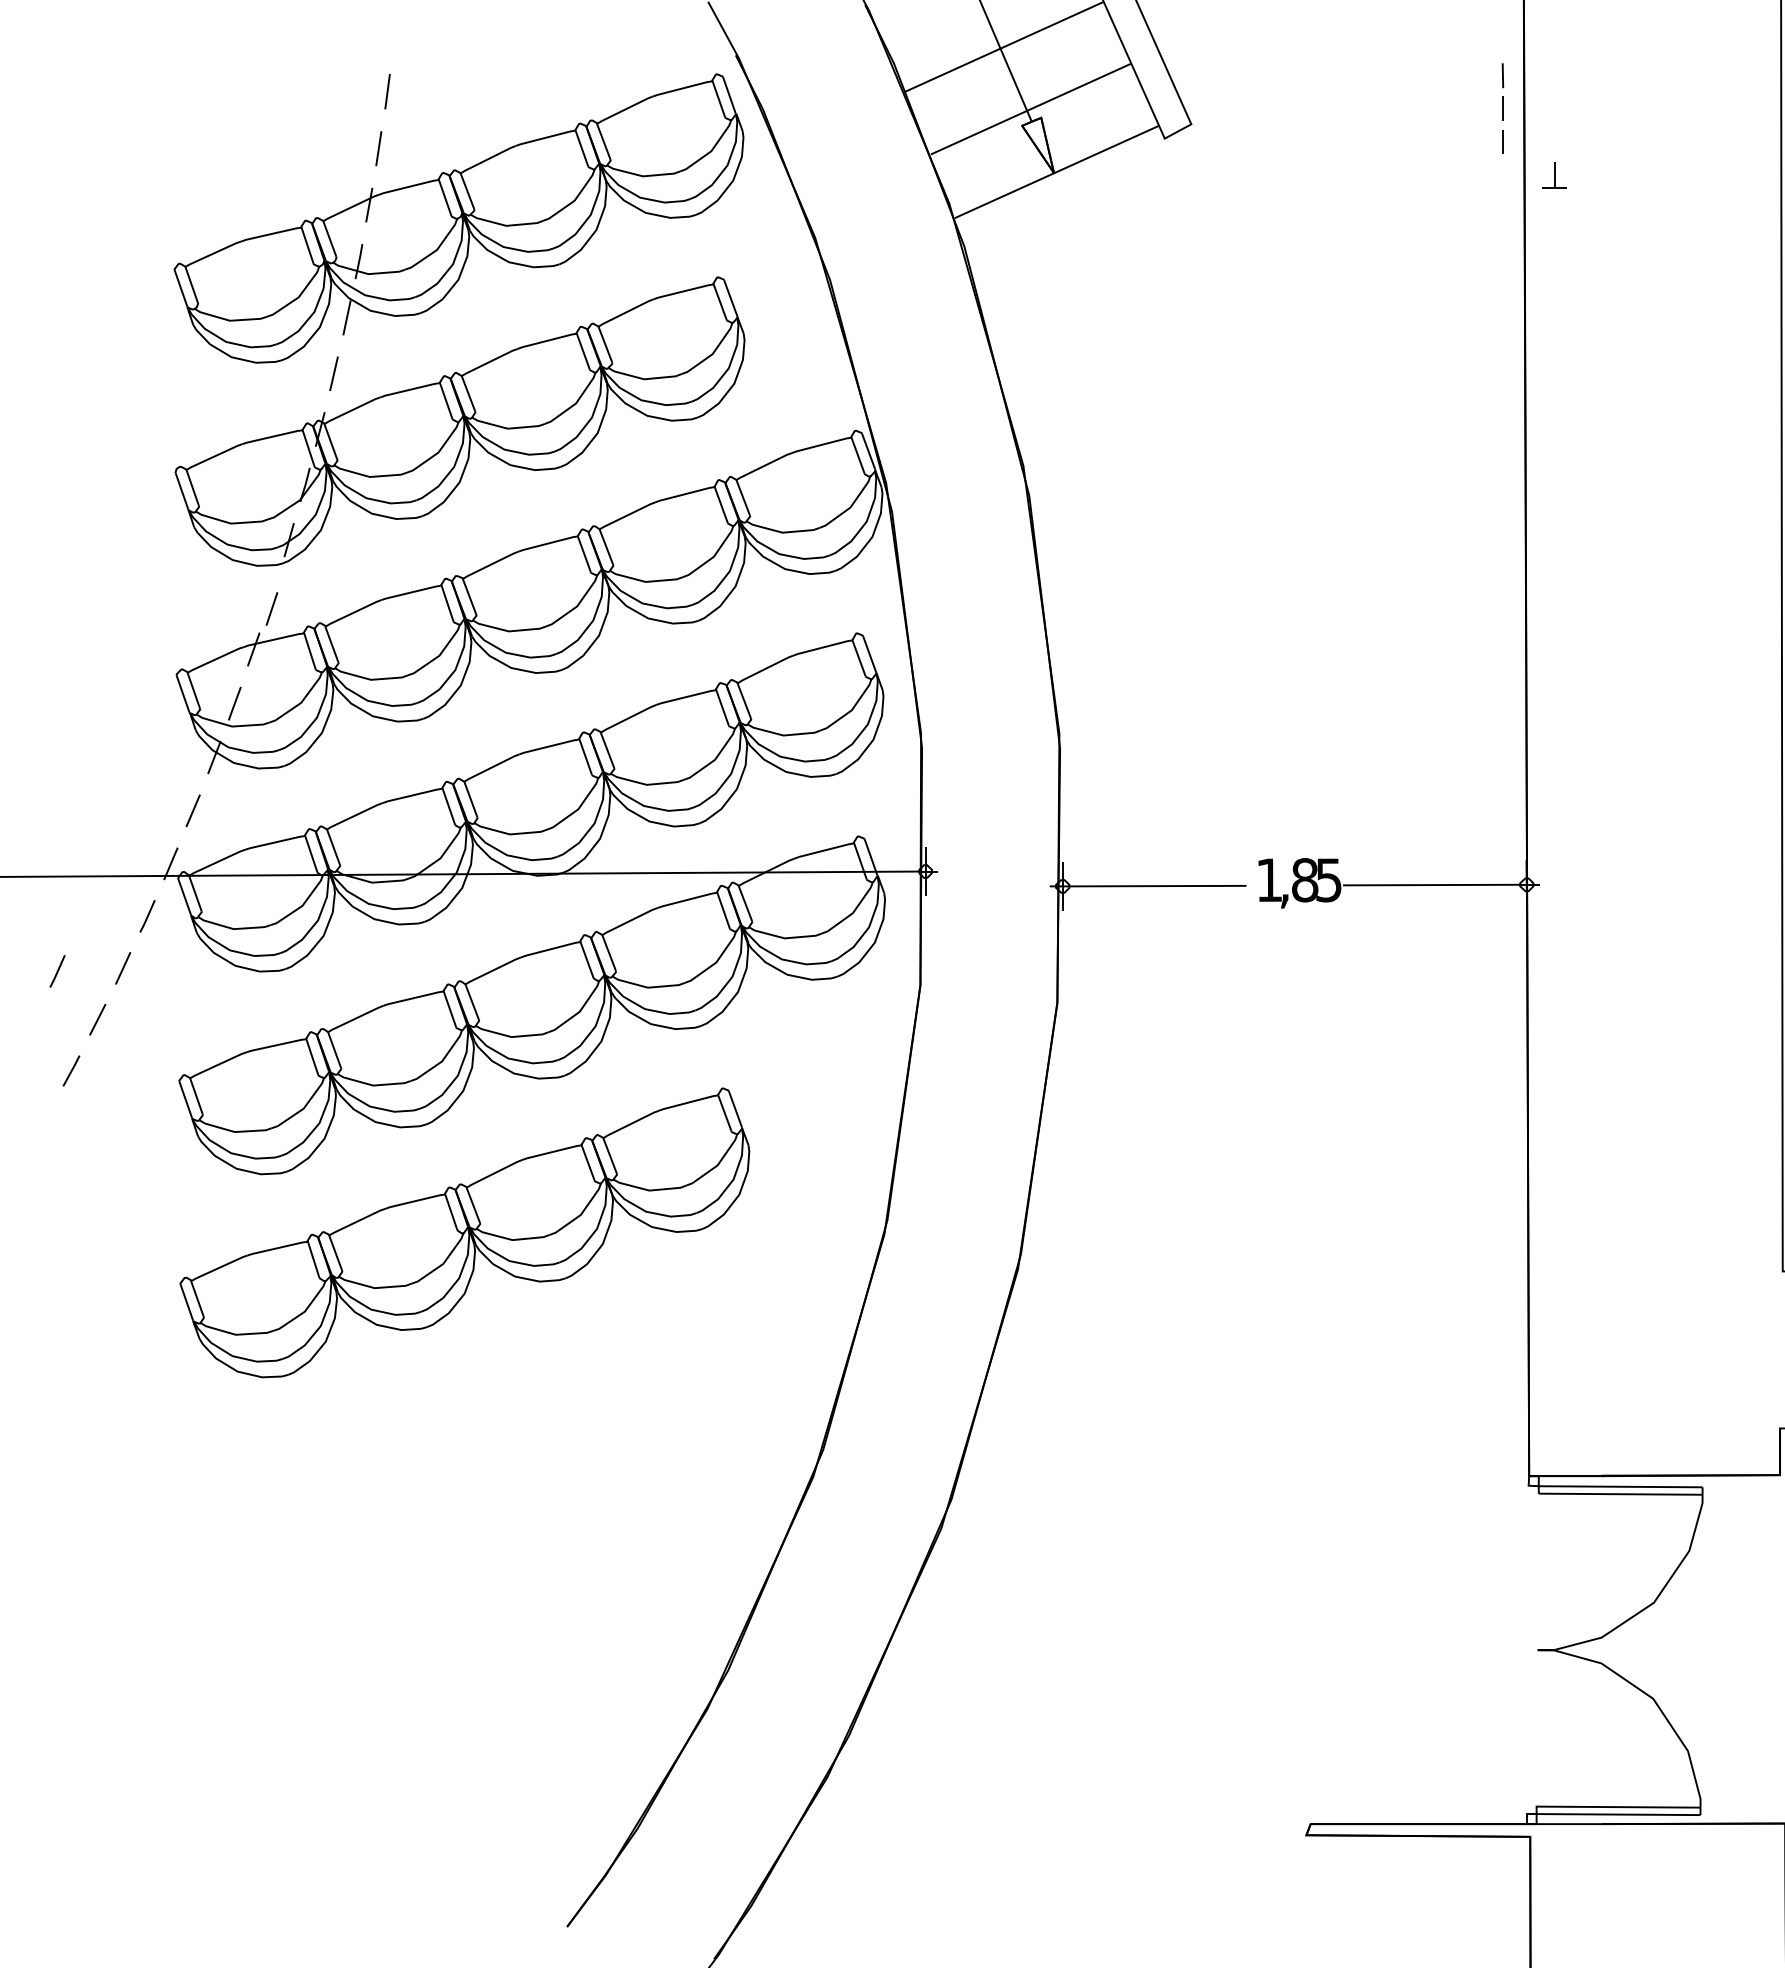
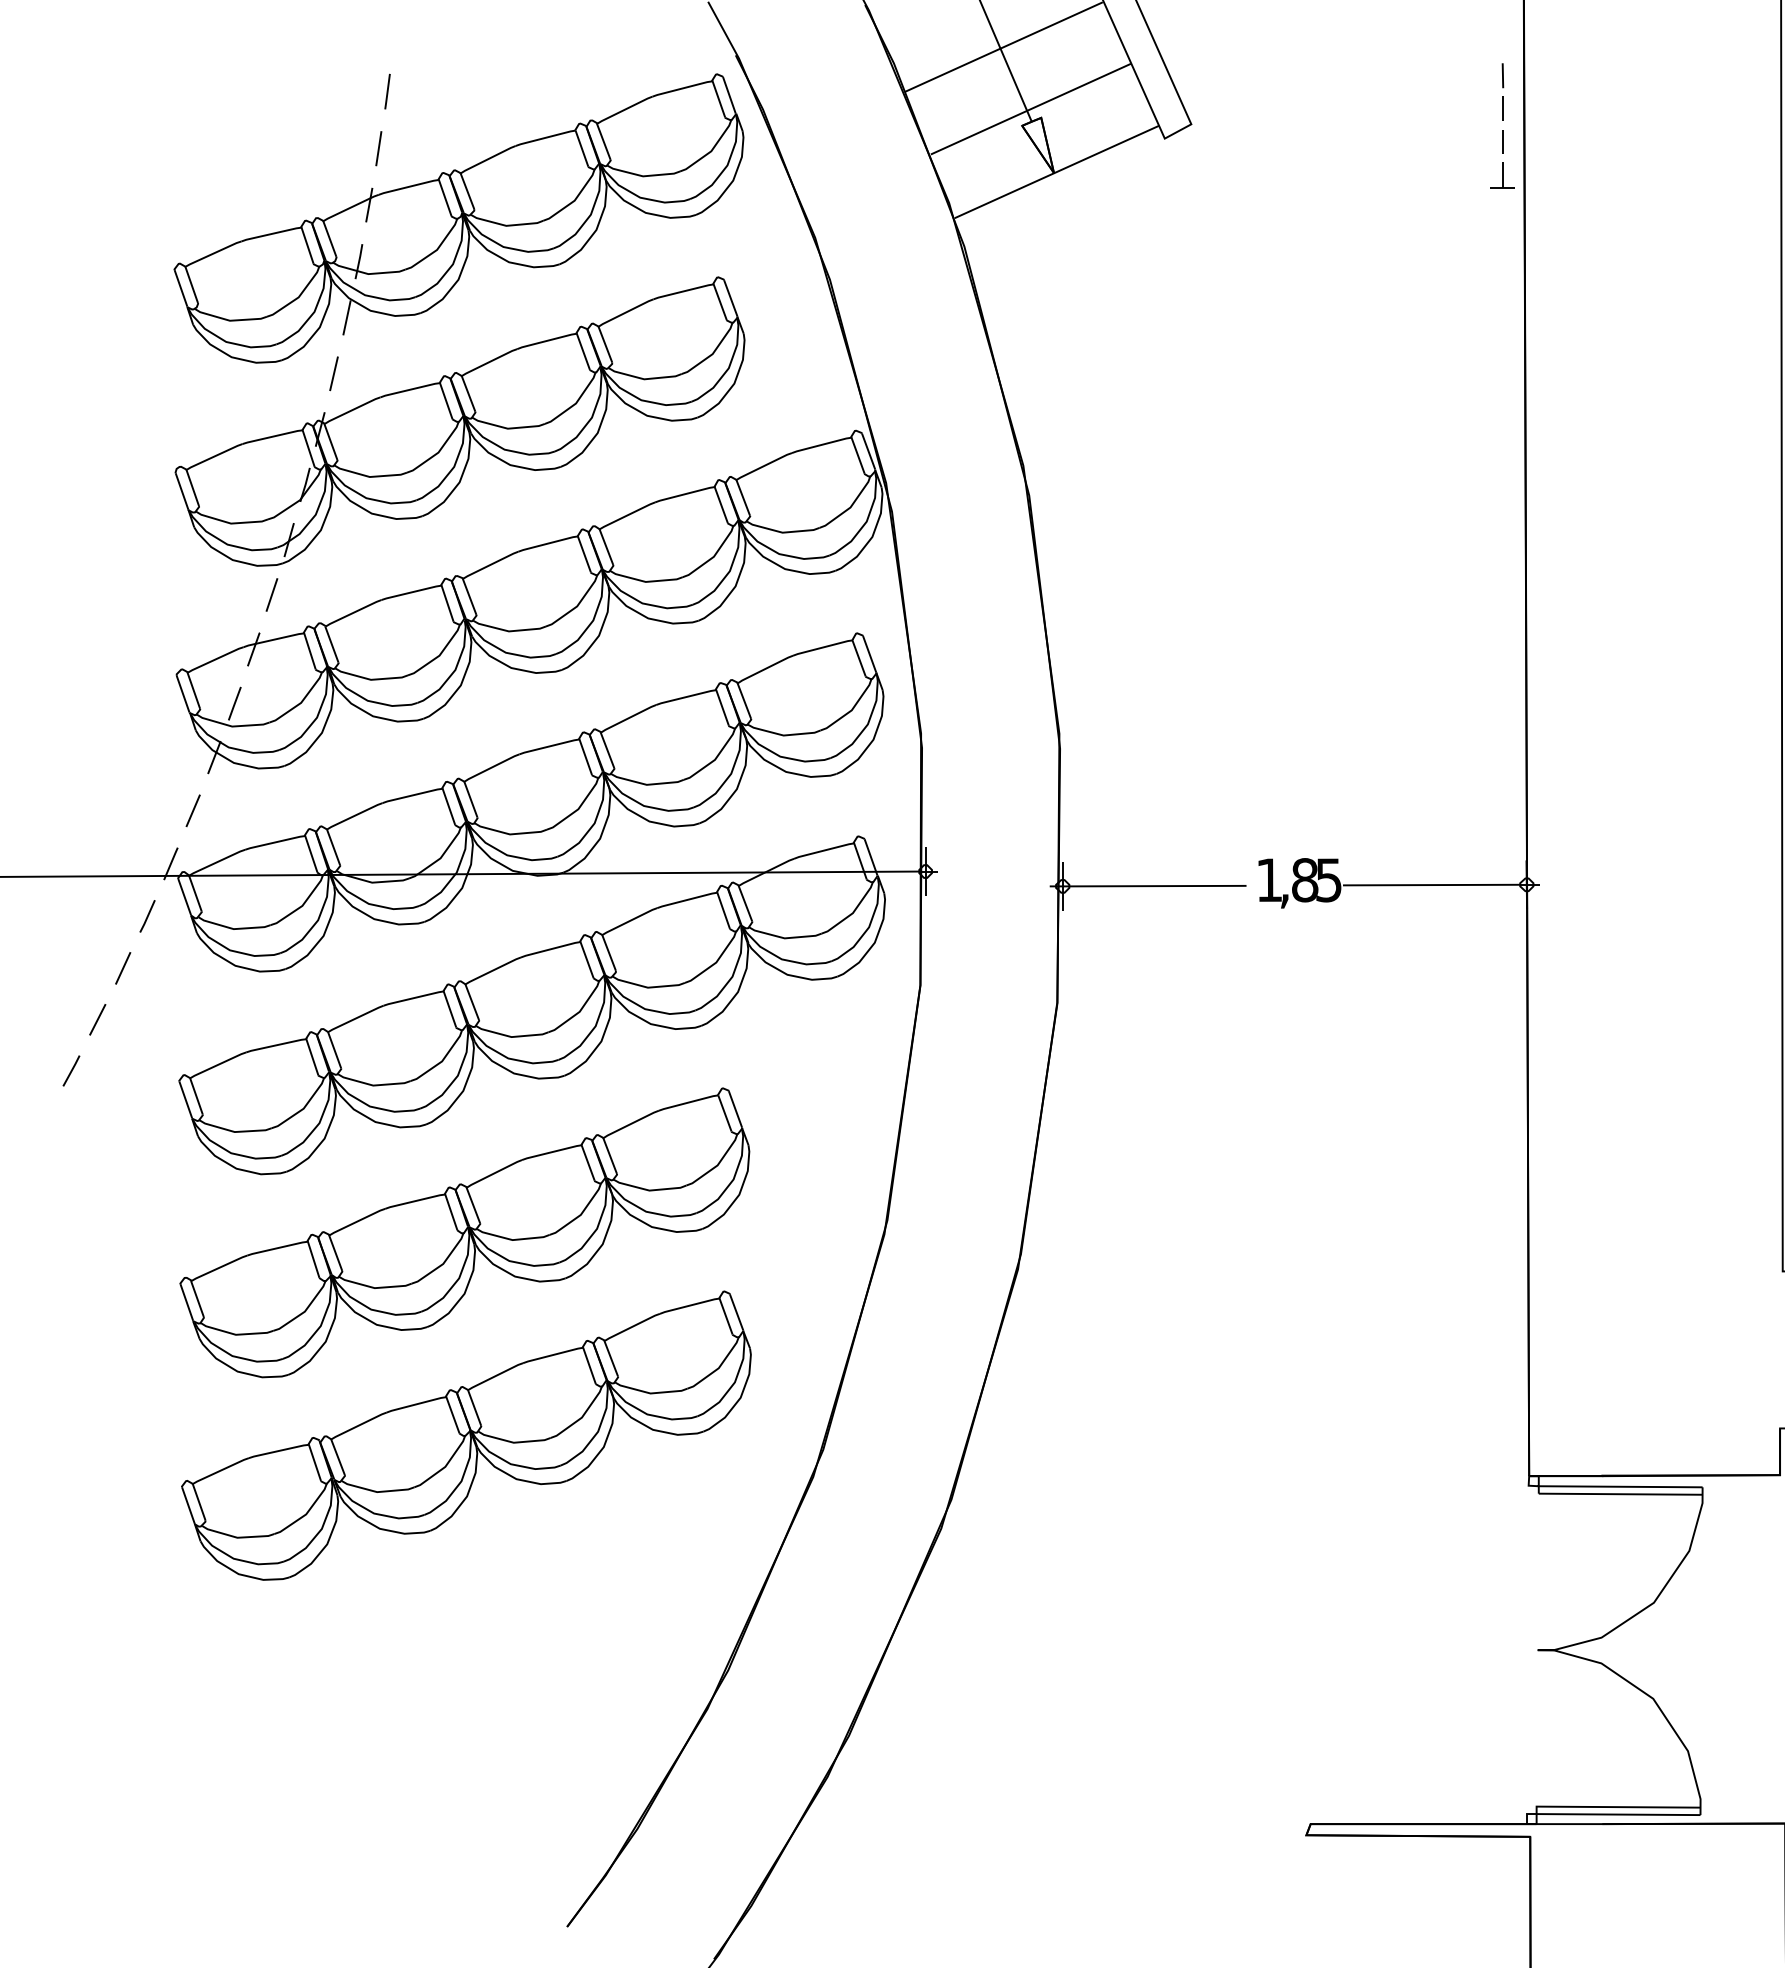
part at (1554, 175) position: (1554, 175) -> (1502, 175)
line at (271, 608) position: (271, 608) -> (271, 594)
line at (57, 971): present -> none
part at (466, 1435): none -> present
